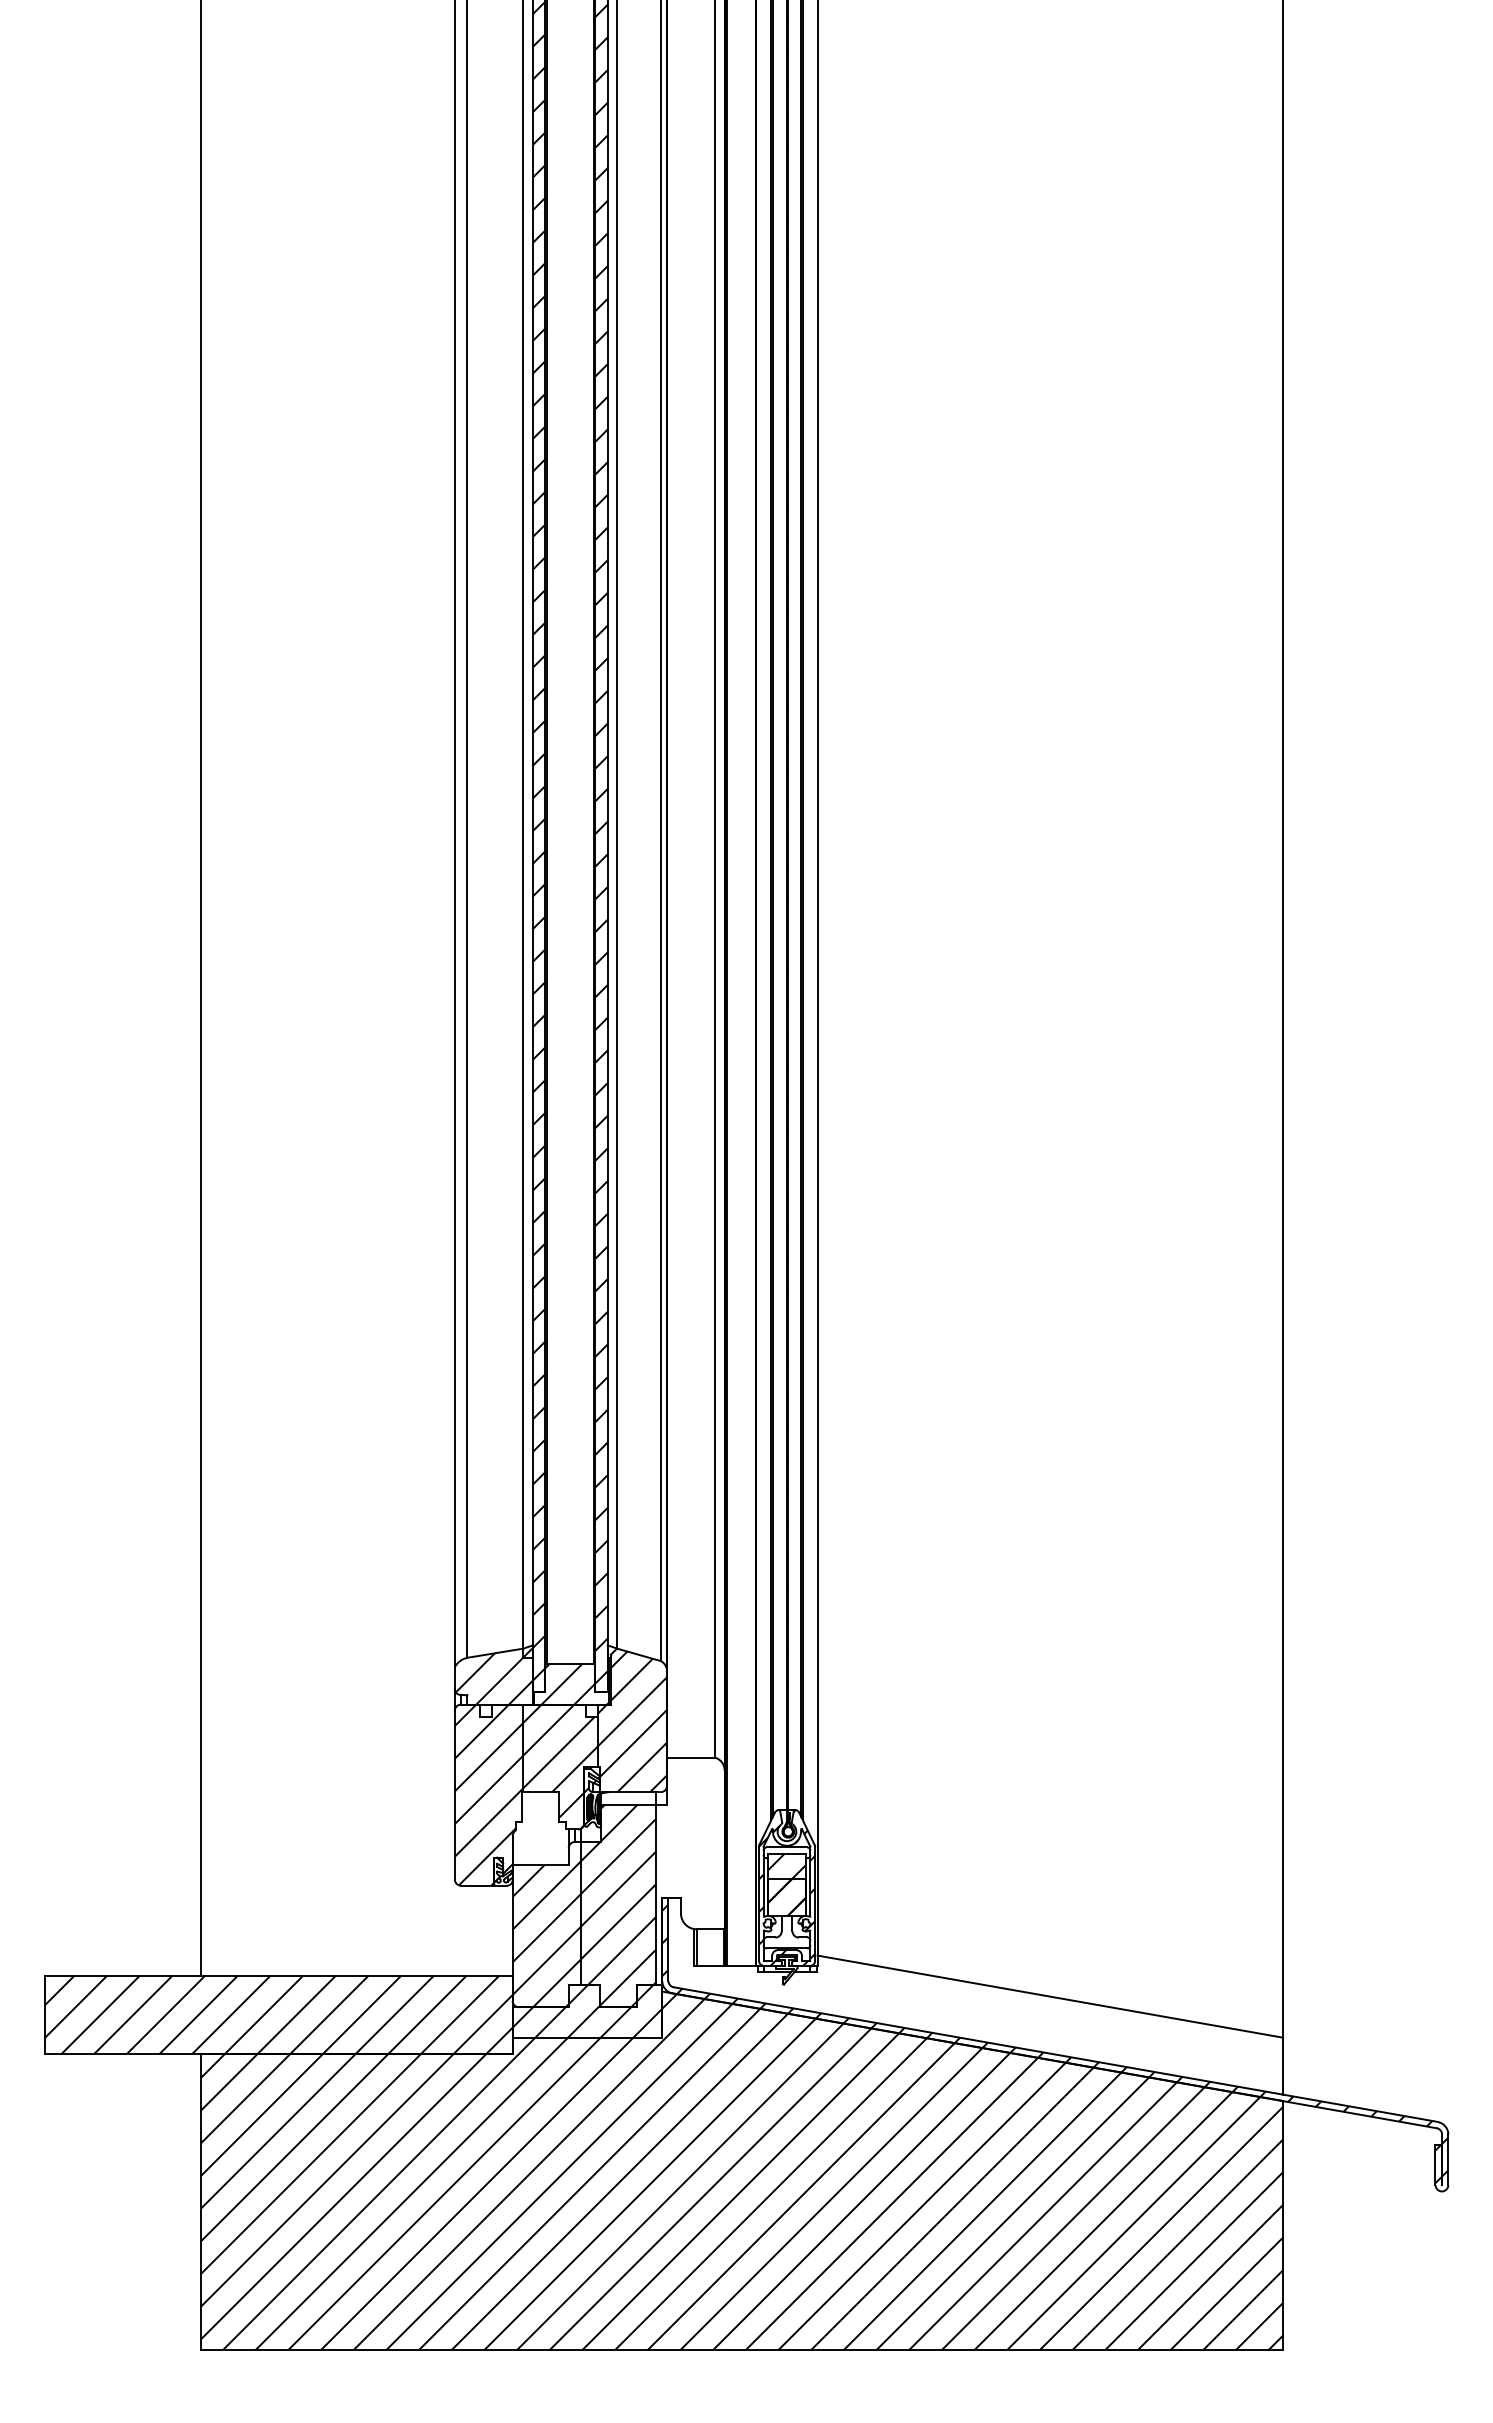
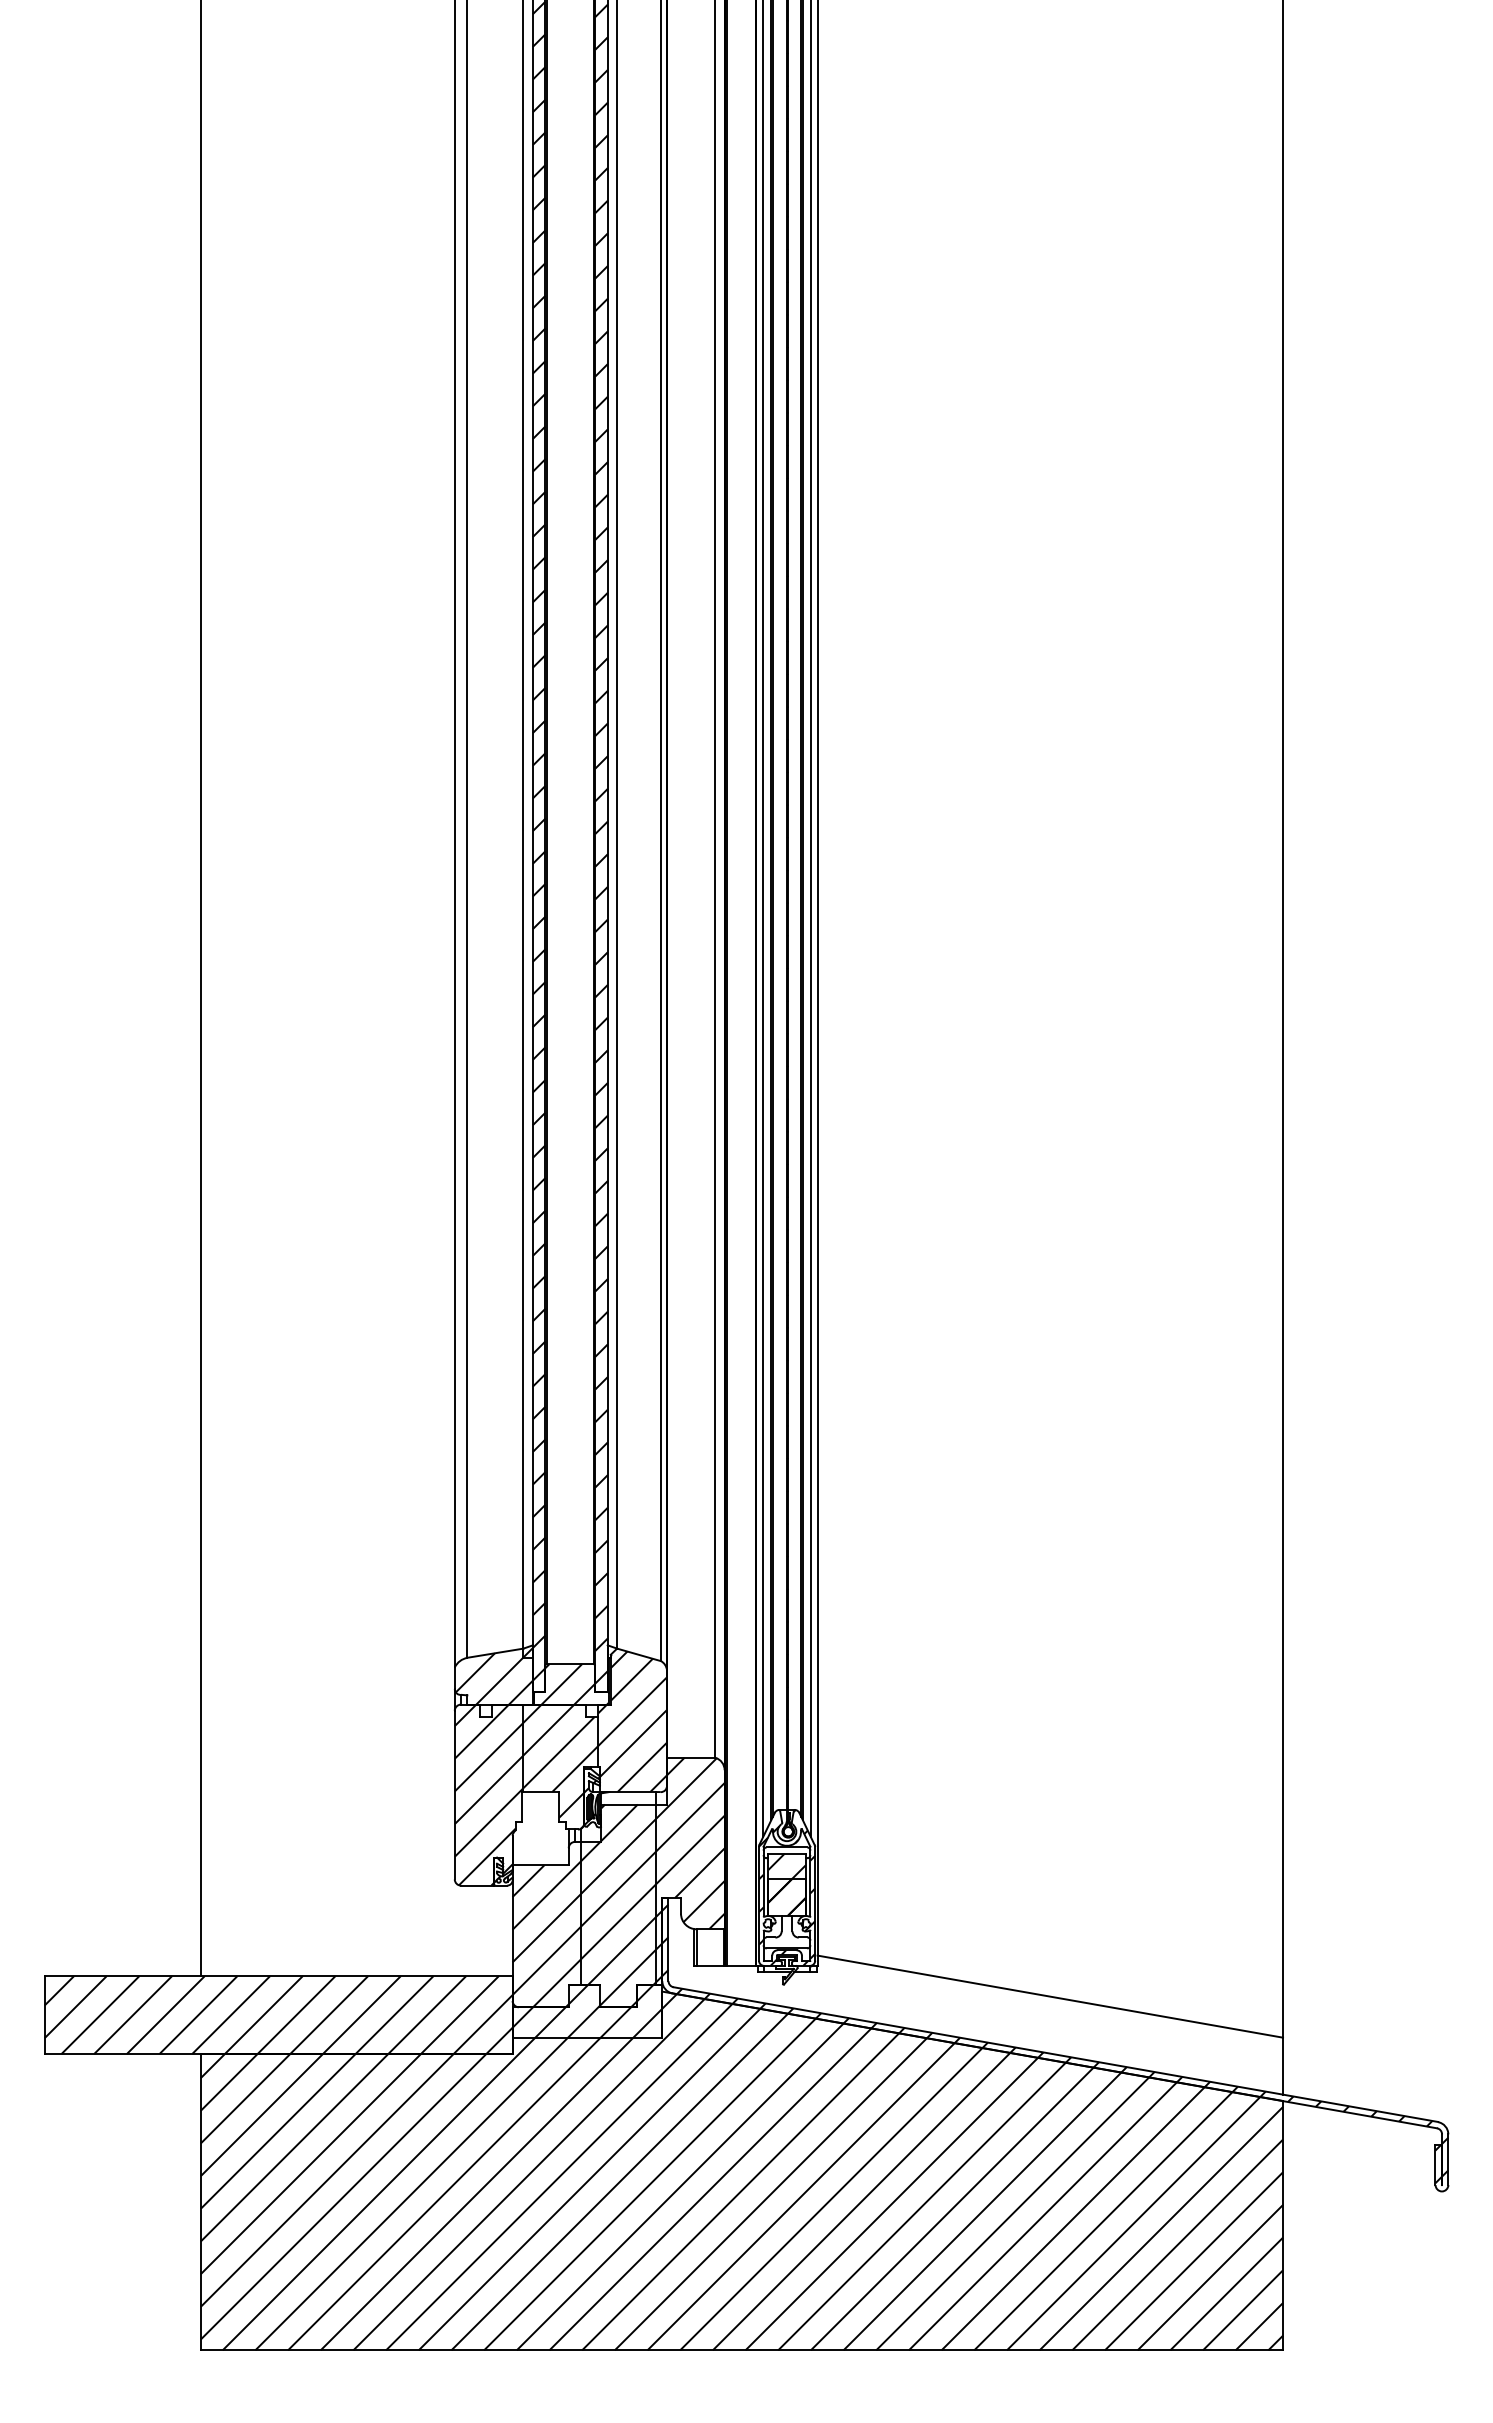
line at (763, 919): none -> present
line at (810, 919): none -> present
hatch at (690, 1869): none -> present
